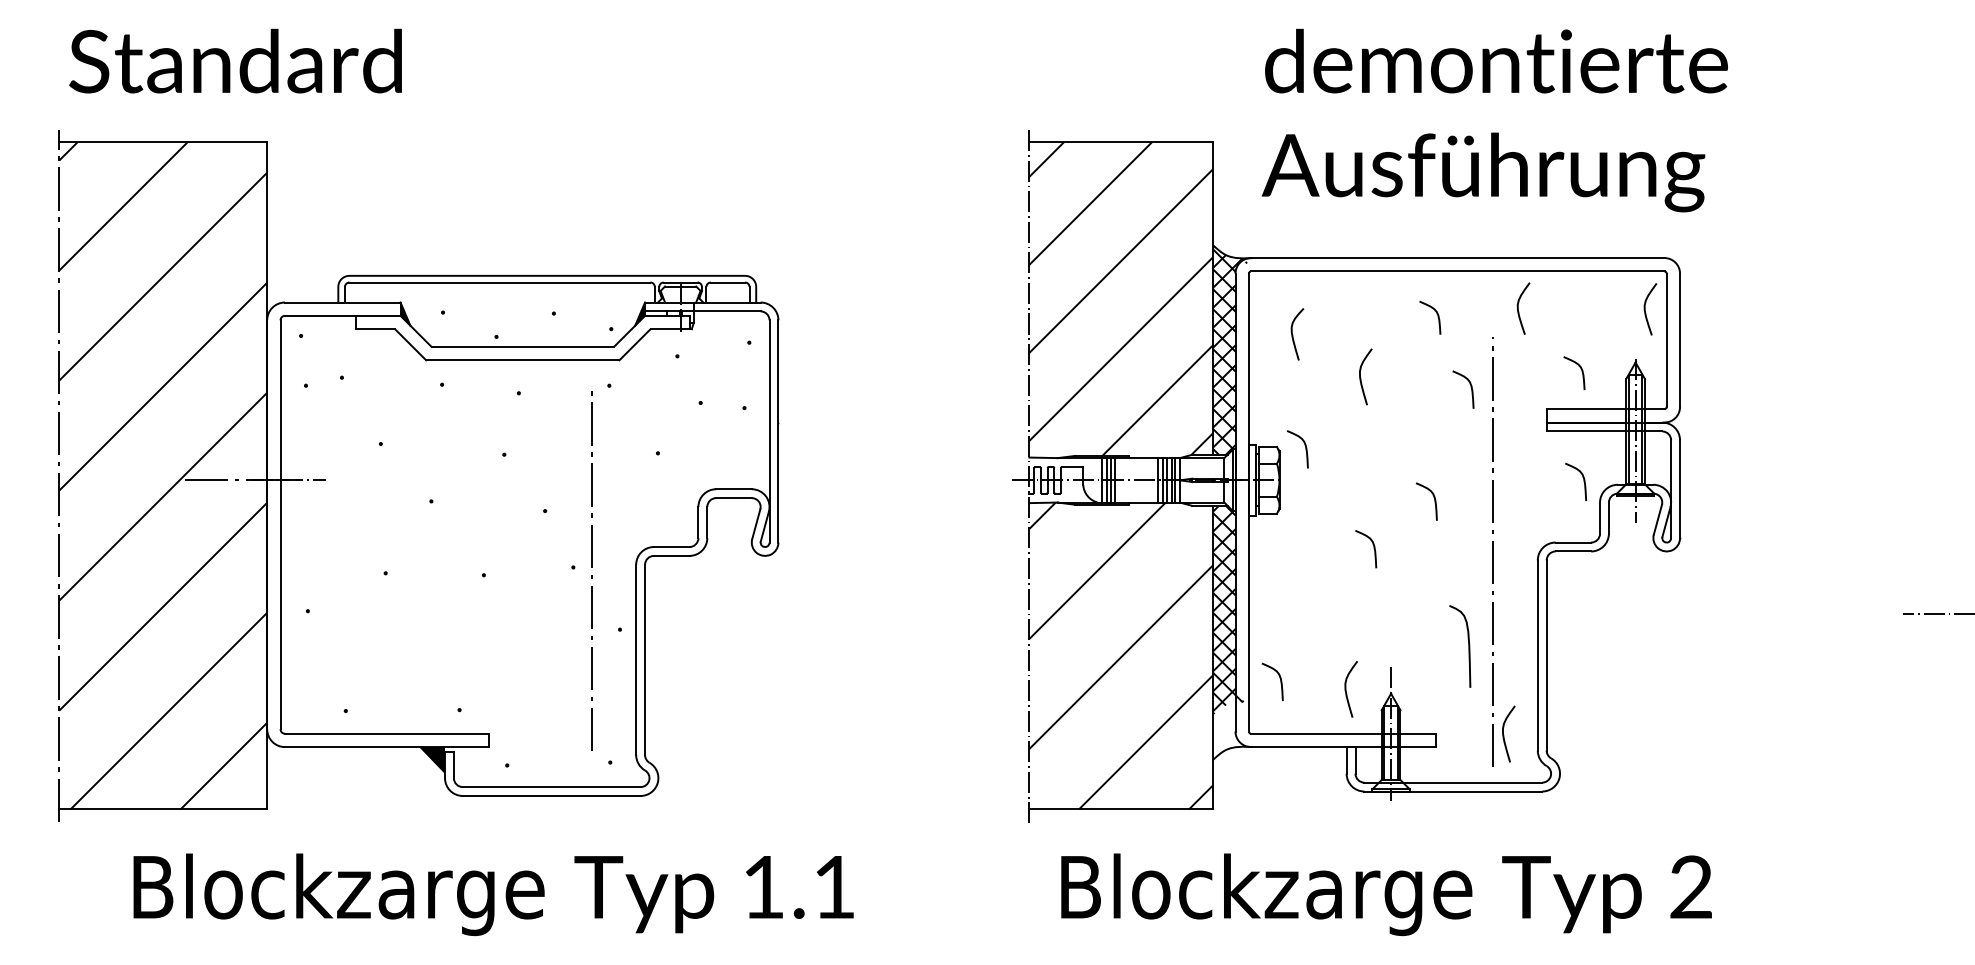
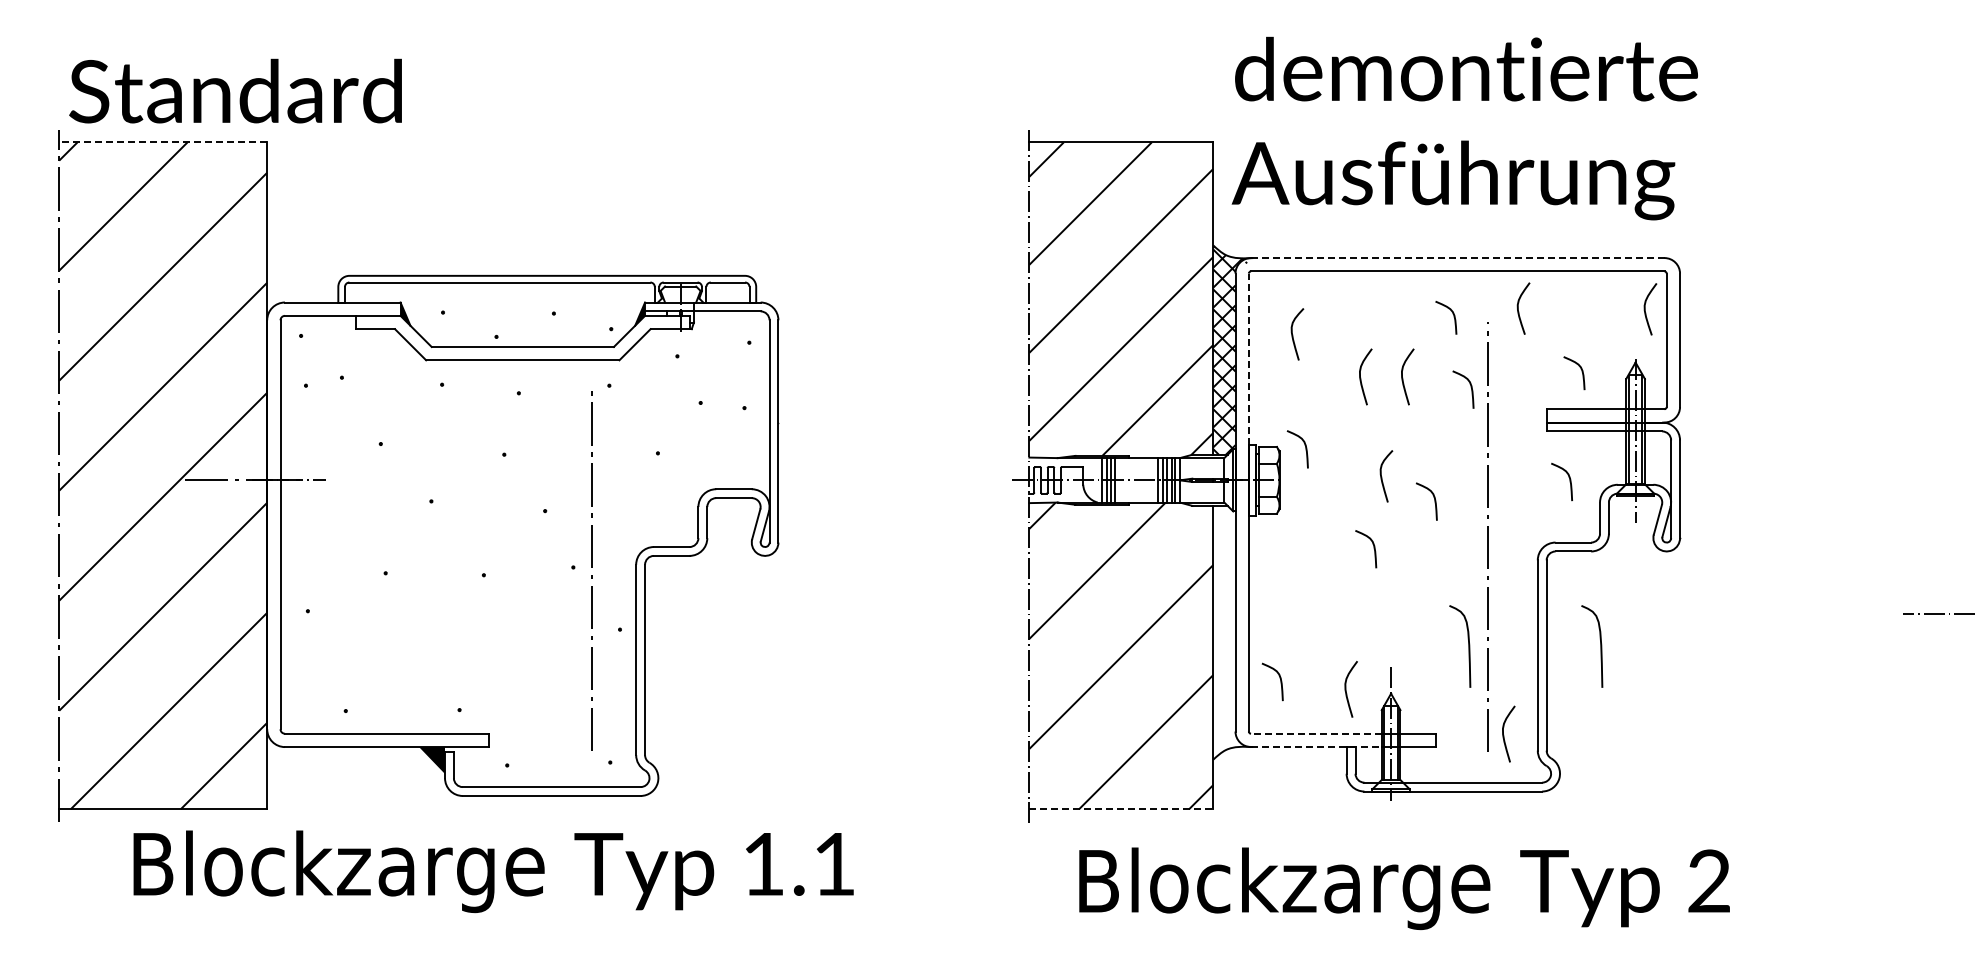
text at (235, 60) position: (235, 60) -> (235, 90)
text at (1494, 120) position: (1494, 120) -> (1464, 128)
line at (163, 142): solid -> dashed
line at (1457, 258): solid -> dashed
curve at (1436, 314) position: (1436, 314) -> (1452, 314)
line at (1248, 359): solid -> dashed
curve at (1403, 378): none -> present
curve at (1382, 476): none -> present
curve at (1583, 481) position: (1583, 481) -> (1569, 481)
line at (1492, 551) position: (1492, 551) -> (1487, 536)
hatch at (1228, 609): present -> none
curve at (1600, 646): none -> present
line at (1315, 733): solid -> dashed
line at (1316, 747): solid -> dashed
line at (1121, 809): solid -> dashed
text at (493, 894) position: (493, 894) -> (493, 871)
text at (1386, 894) position: (1386, 894) -> (1404, 888)
